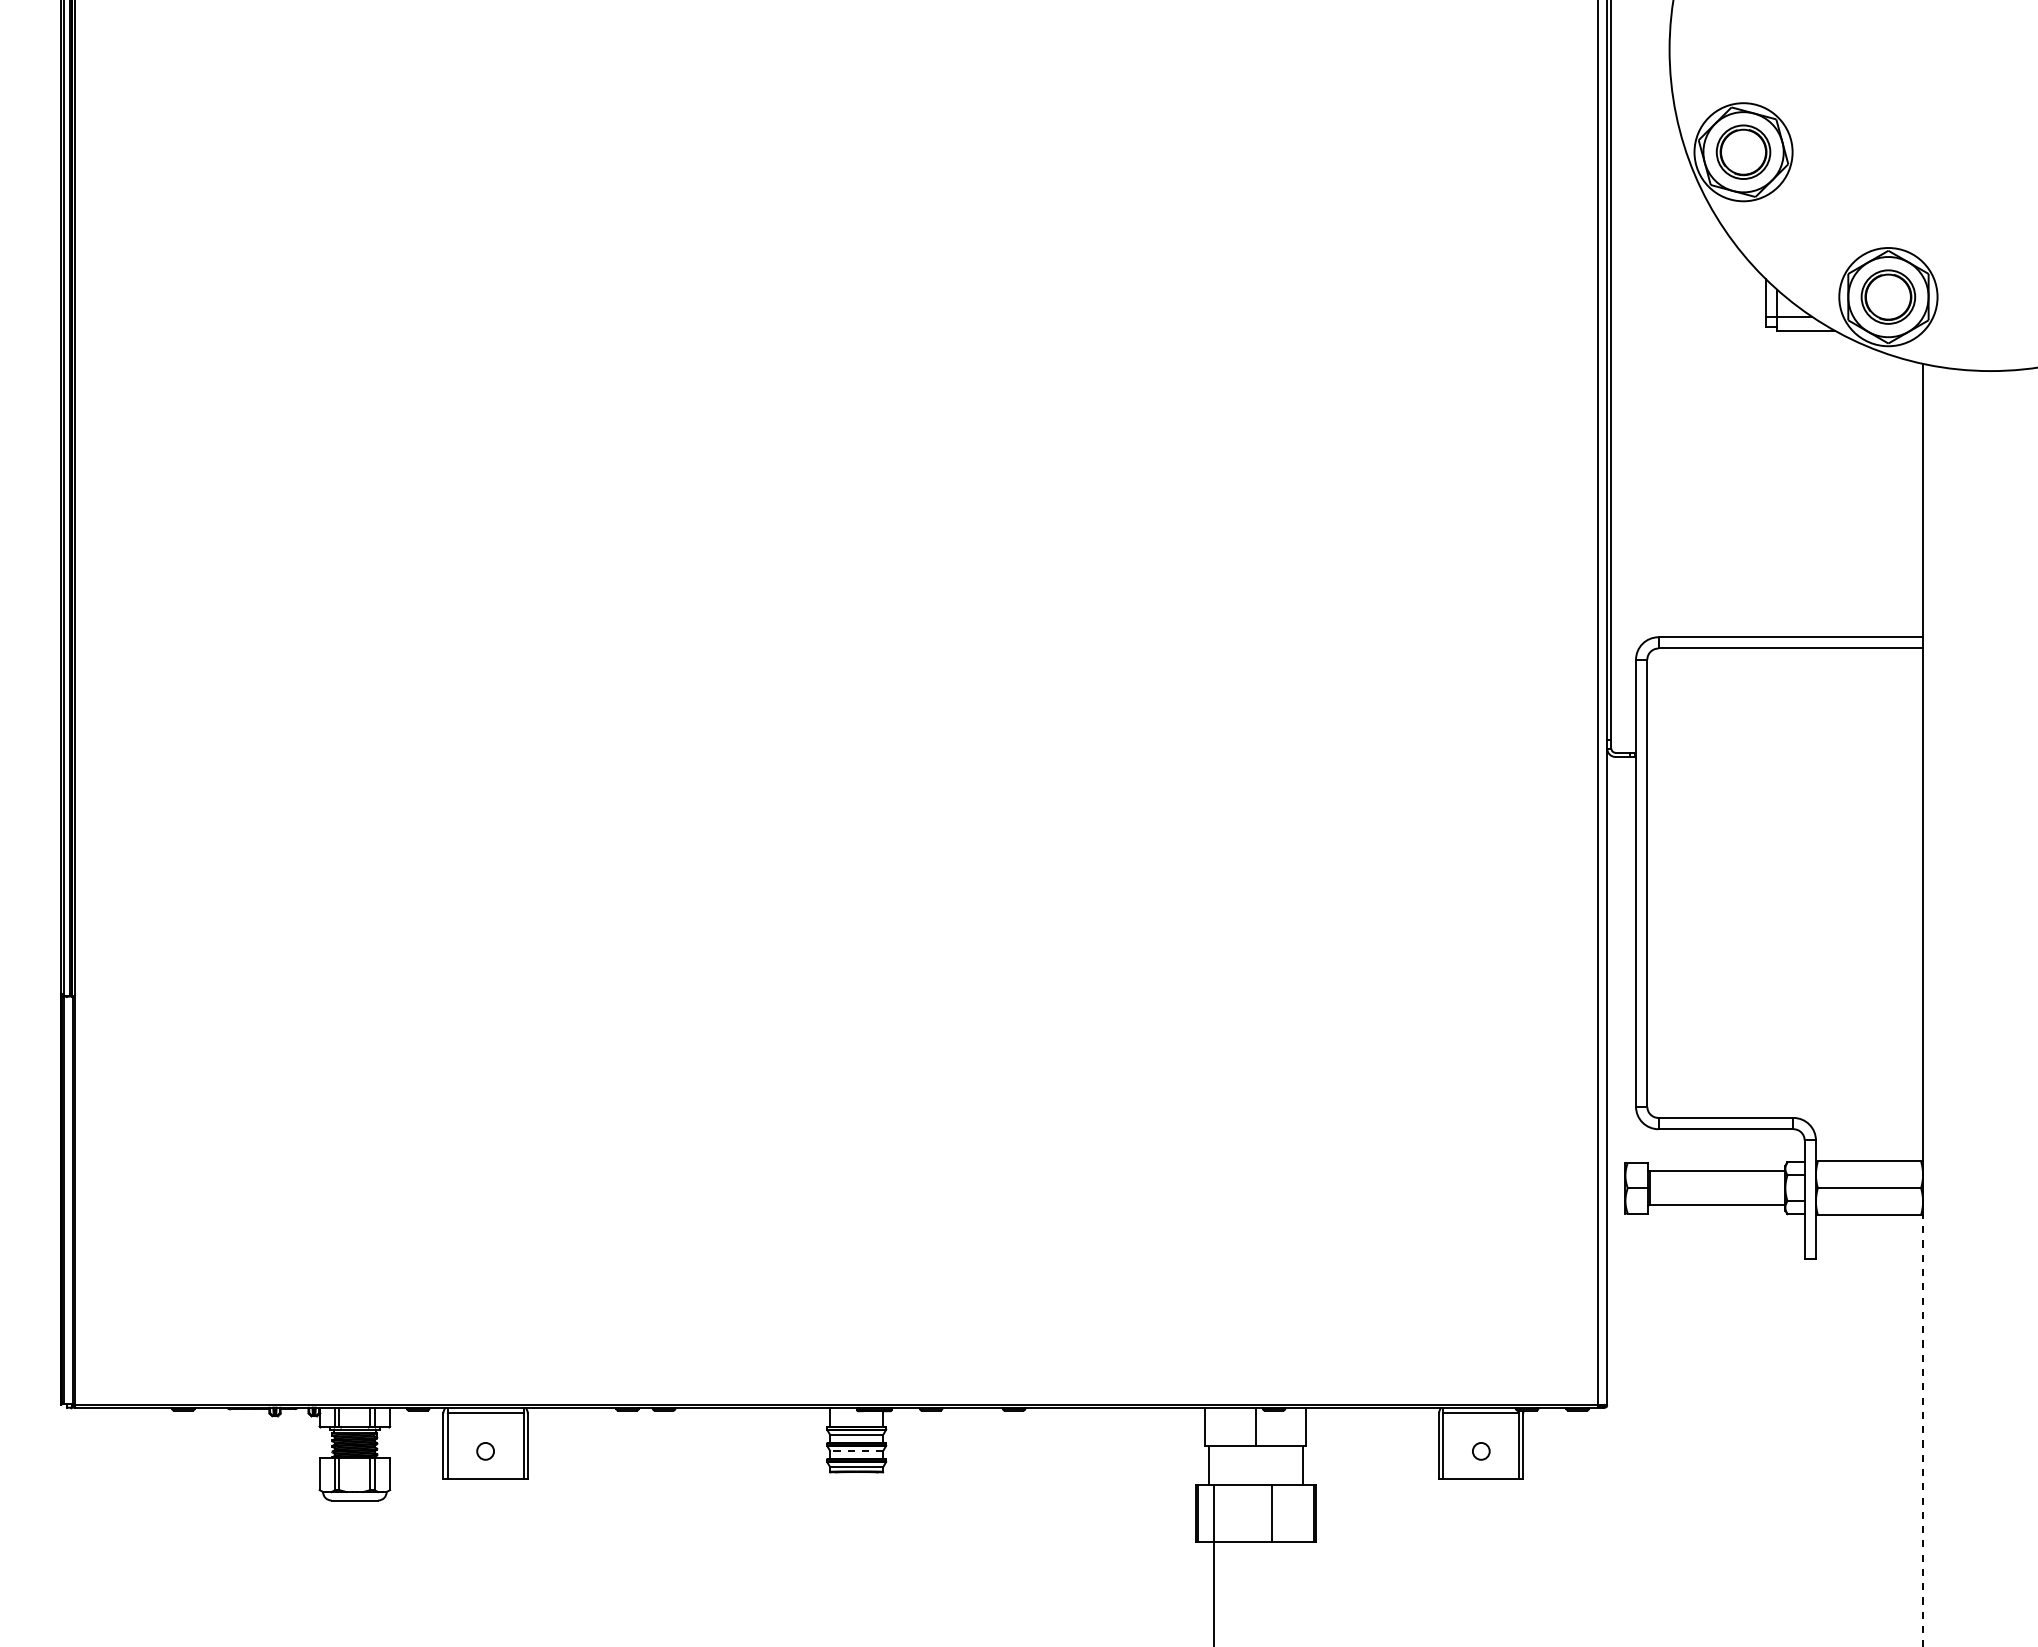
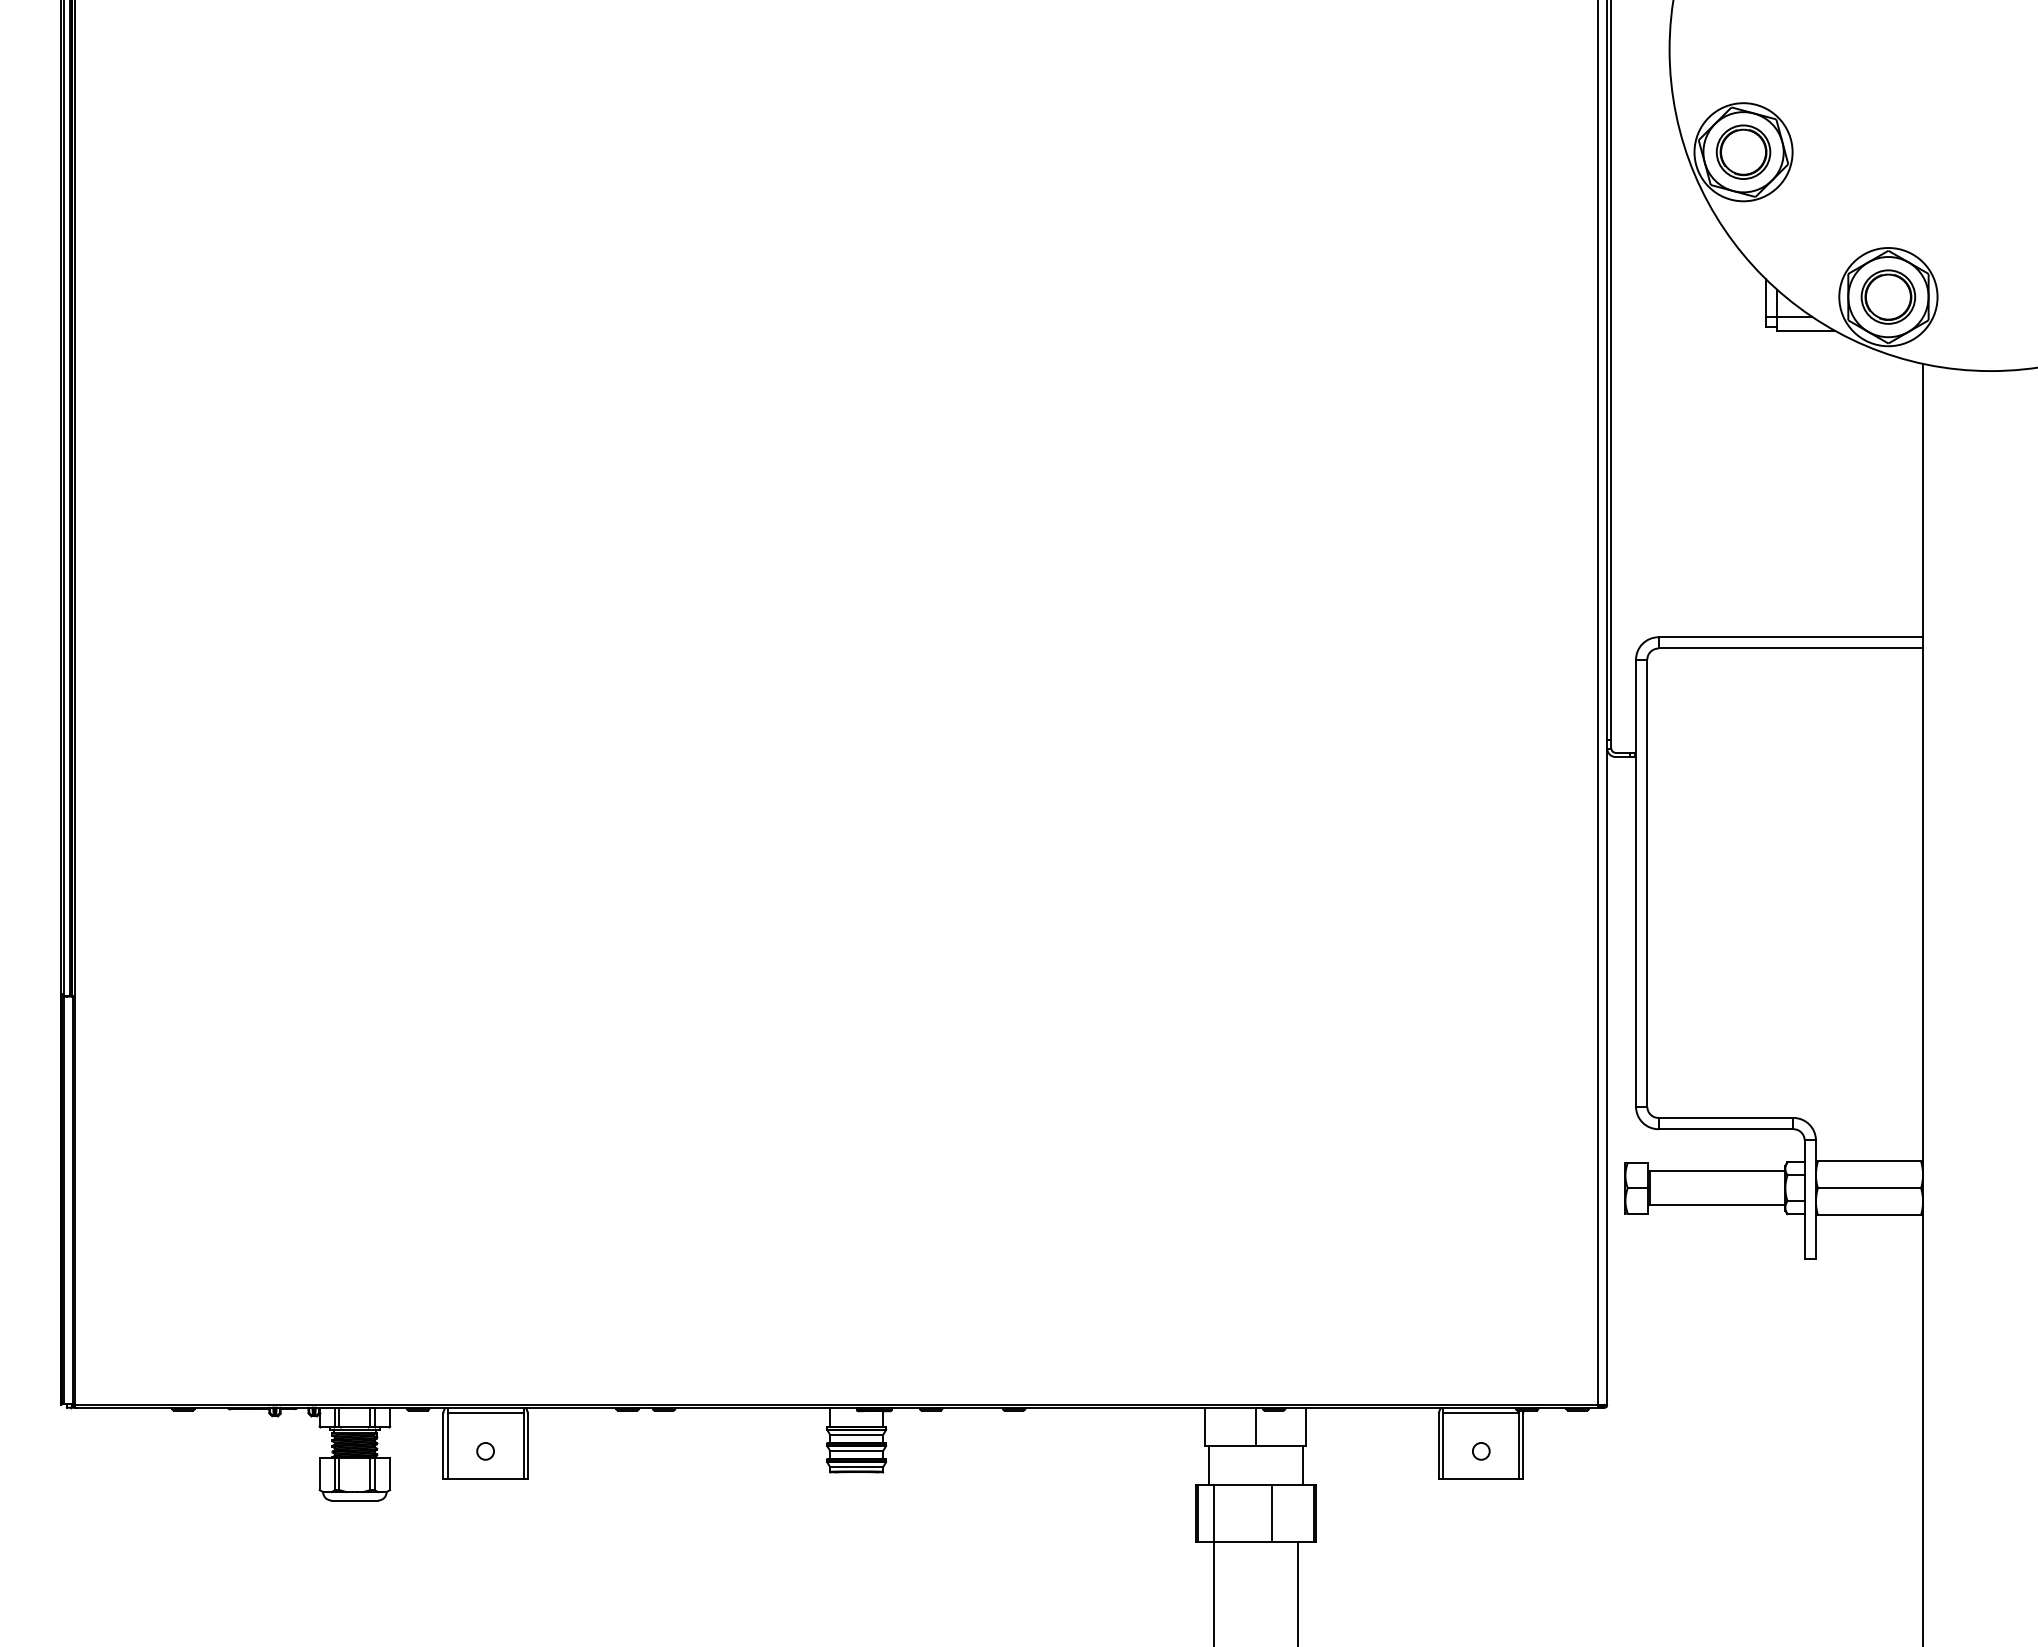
line at (1923, 1430): dashed -> solid
line at (856, 1450): dashed -> solid
line at (1298, 1592): none -> present
